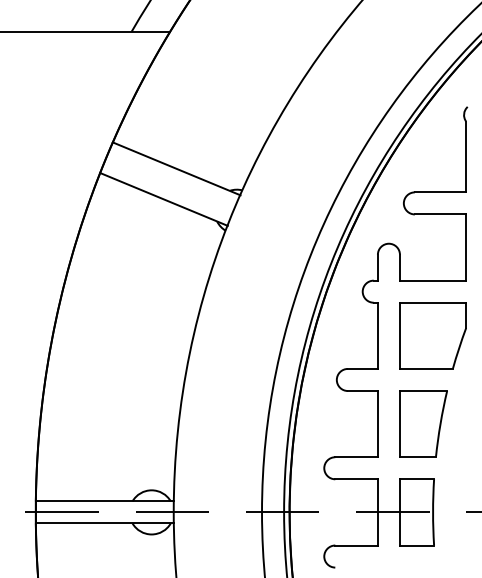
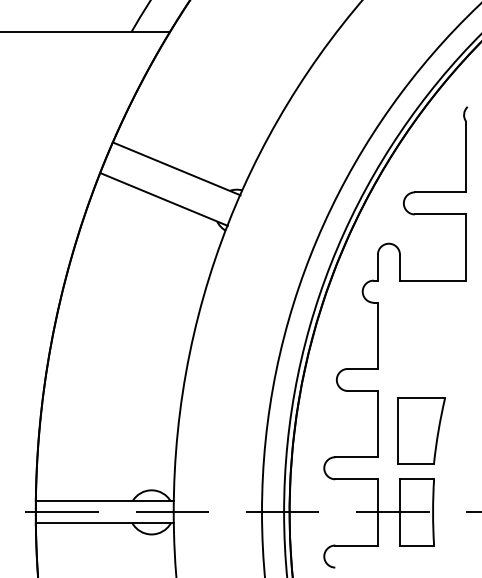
part at (432, 335): present -> none
part at (423, 423) position: (423, 423) -> (421, 430)
